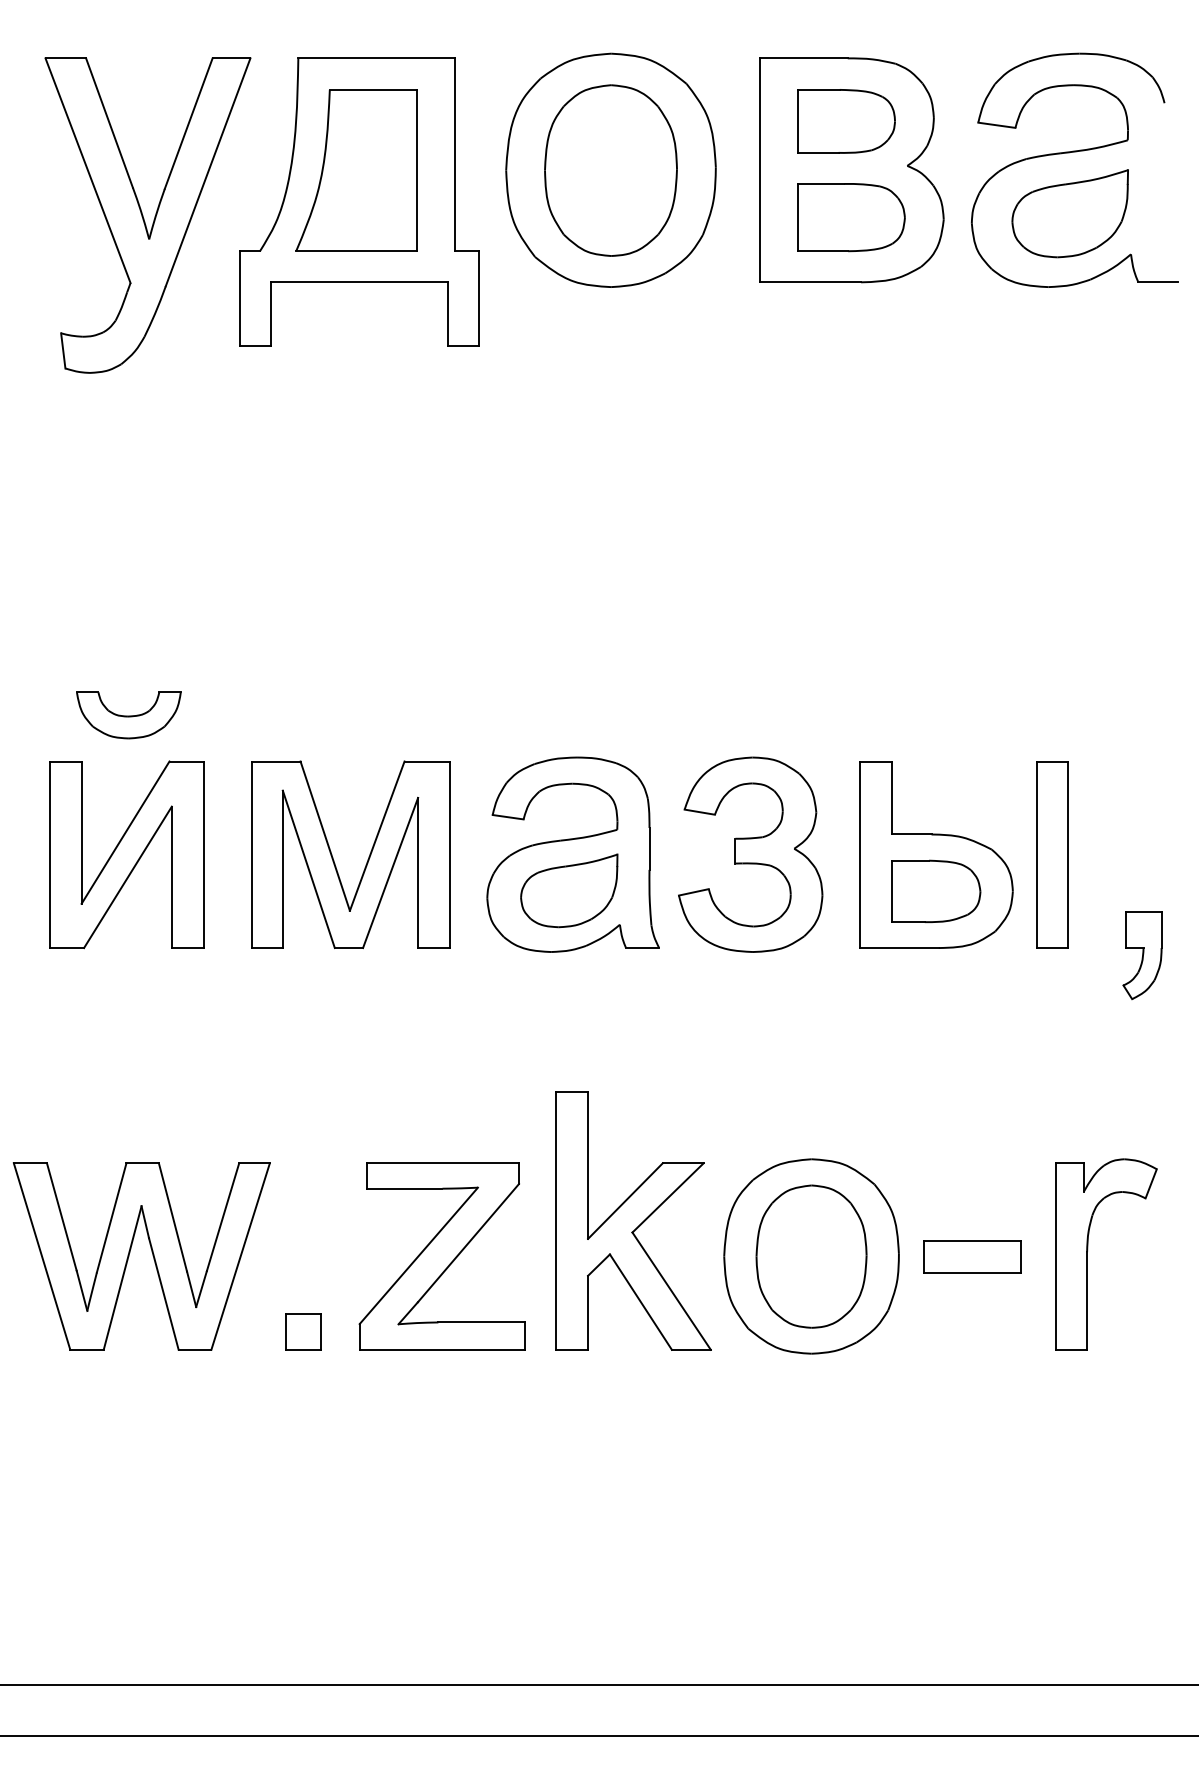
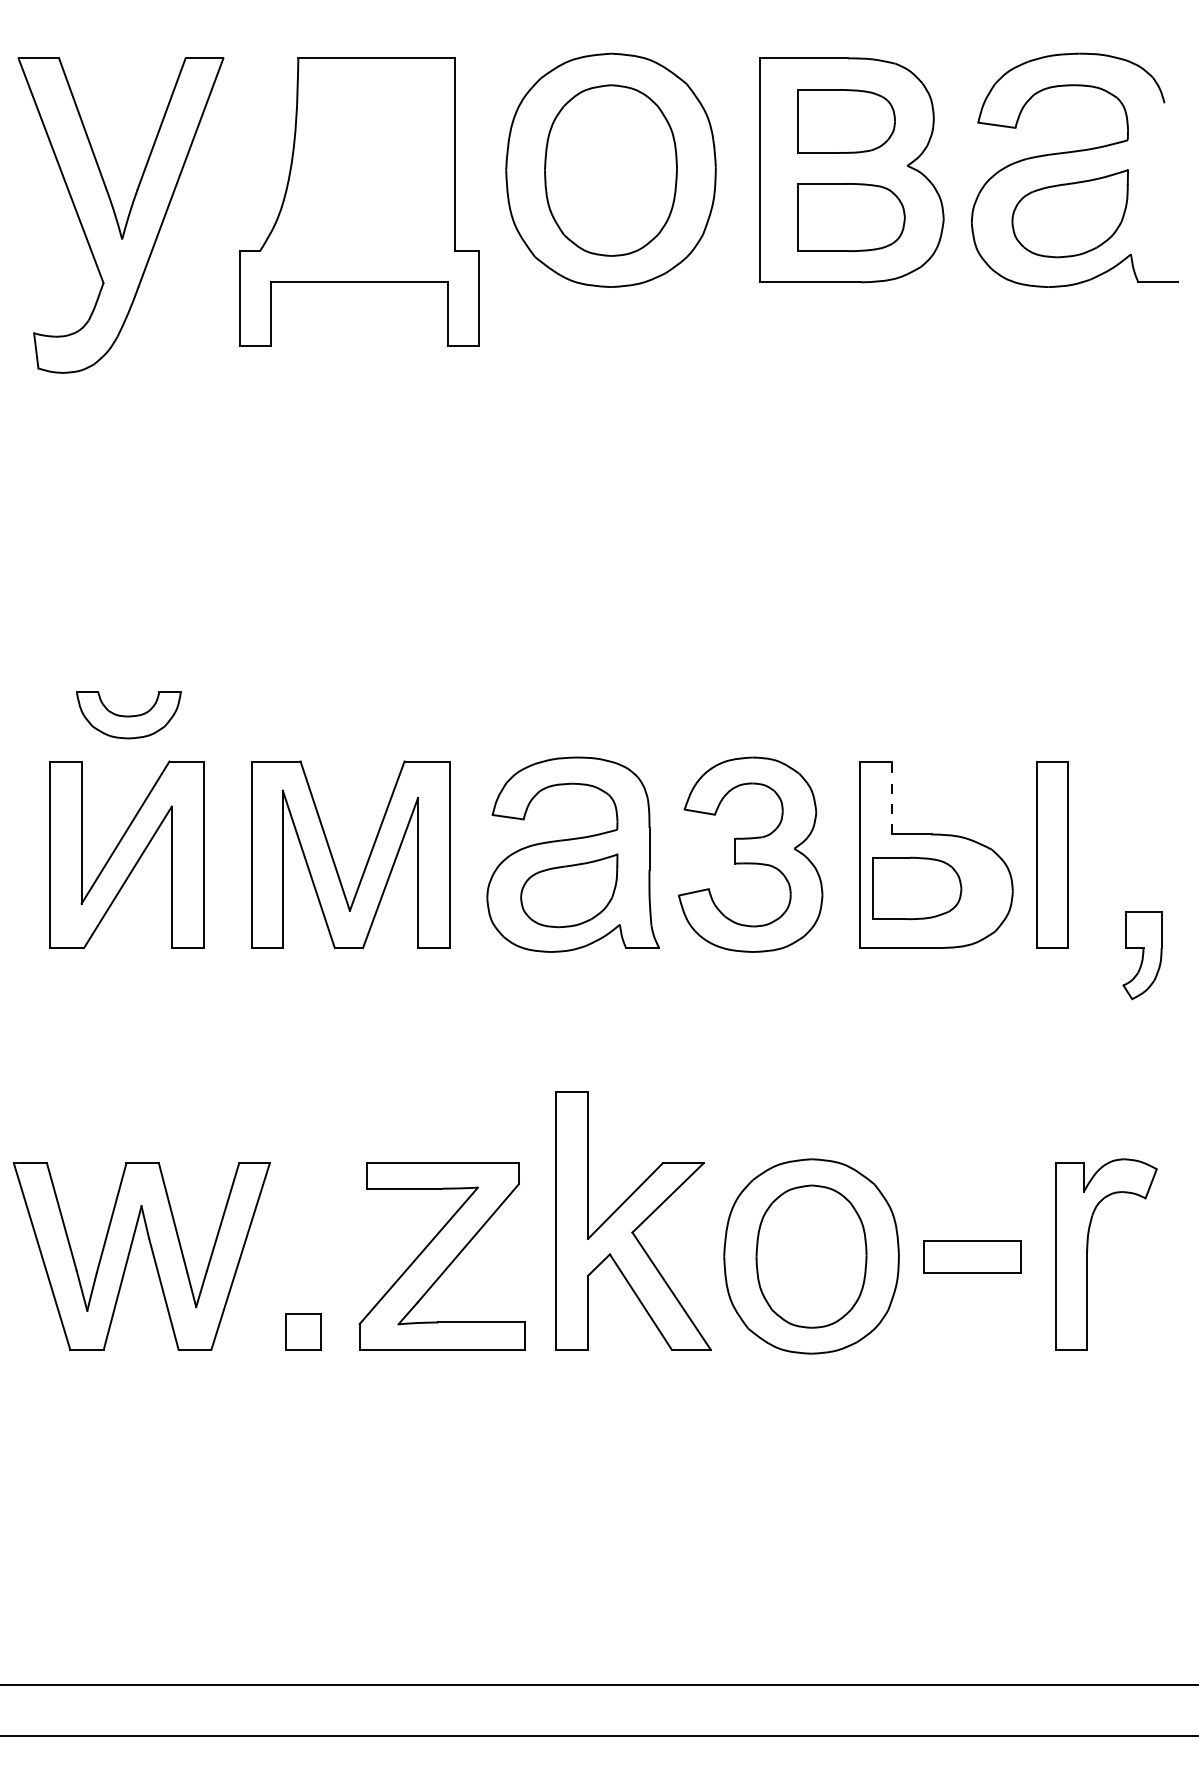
part at (356, 170): present -> none
part at (147, 215) position: (147, 215) -> (120, 215)
line at (891, 797): solid -> dashed
part at (936, 890) position: (936, 890) -> (917, 887)
